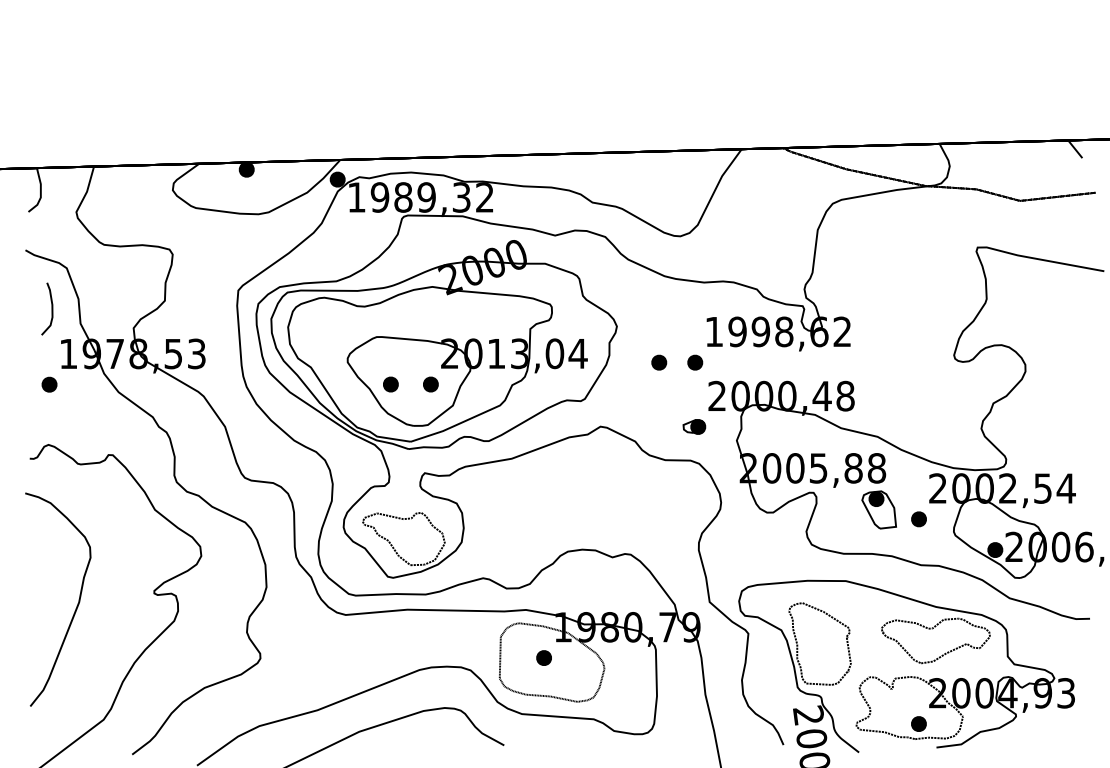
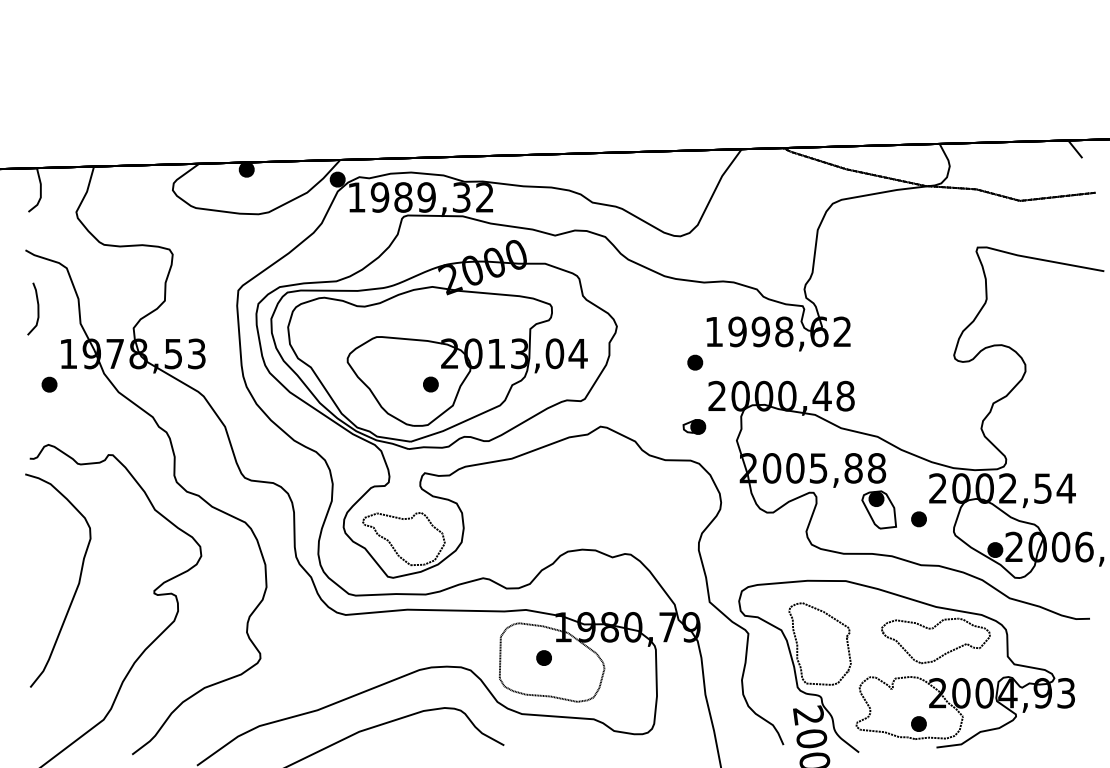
curve at (51, 308) position: (51, 308) -> (37, 308)
part at (659, 362): present -> none
part at (390, 384): present -> none
curve at (75, 608) position: (75, 608) -> (75, 589)
